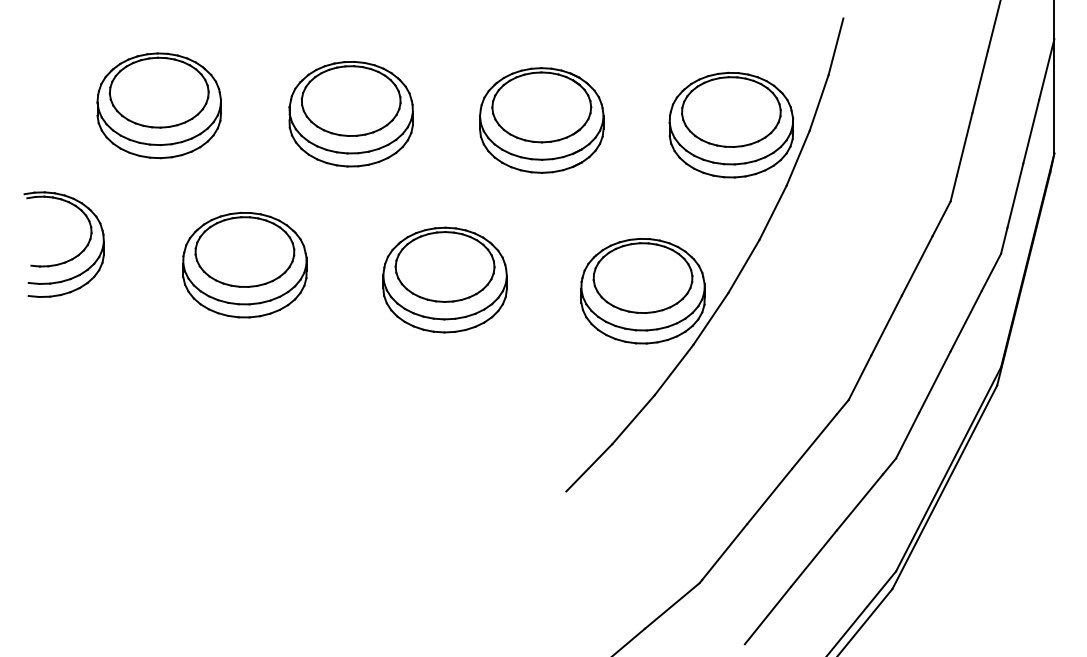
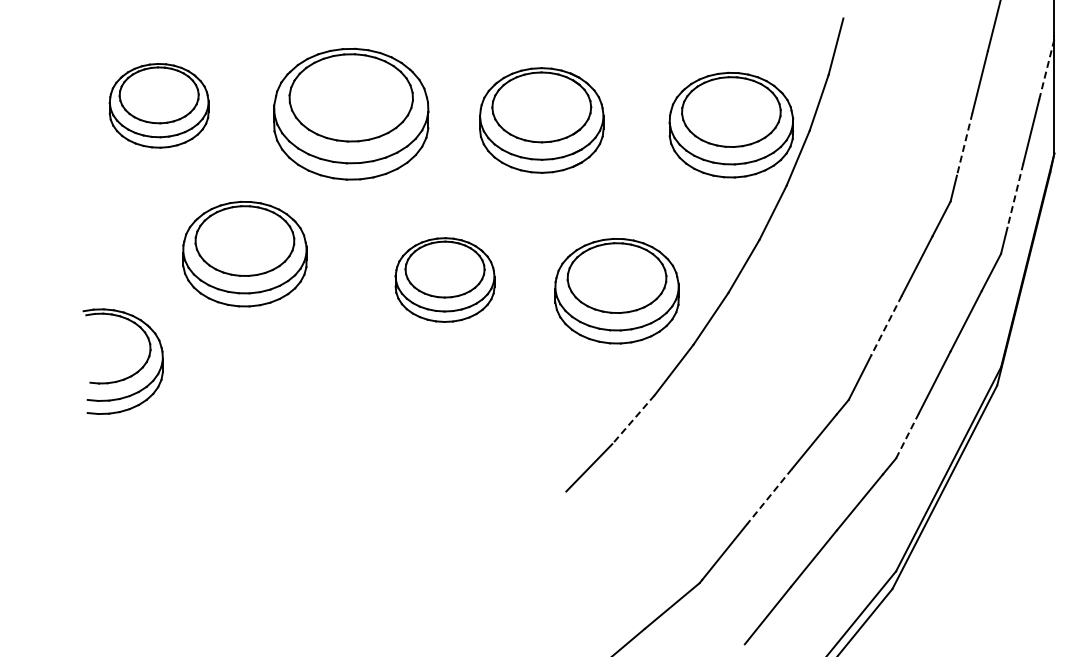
line at (1046, 69): solid -> dashed
part at (158, 105) size: 126x108 px -> 102x86 px
part at (350, 113) size: 126x108 px -> 157x134 px
line at (964, 144): solid -> dashed
line at (1015, 196): solid -> dashed
part at (71, 258) position: (71, 258) -> (130, 375)
part at (244, 265) position: (244, 265) -> (244, 254)
part at (444, 279) size: 126x108 px -> 102x86 px
part at (642, 291) position: (642, 291) -> (616, 291)
line at (886, 325): solid -> dashed
line at (633, 420): solid -> dashed
line at (907, 436): solid -> dashed
line at (769, 496): solid -> dashed
